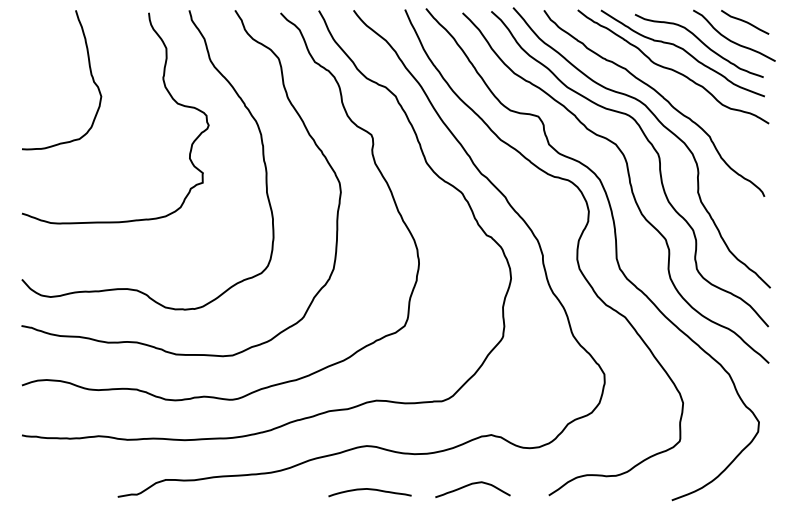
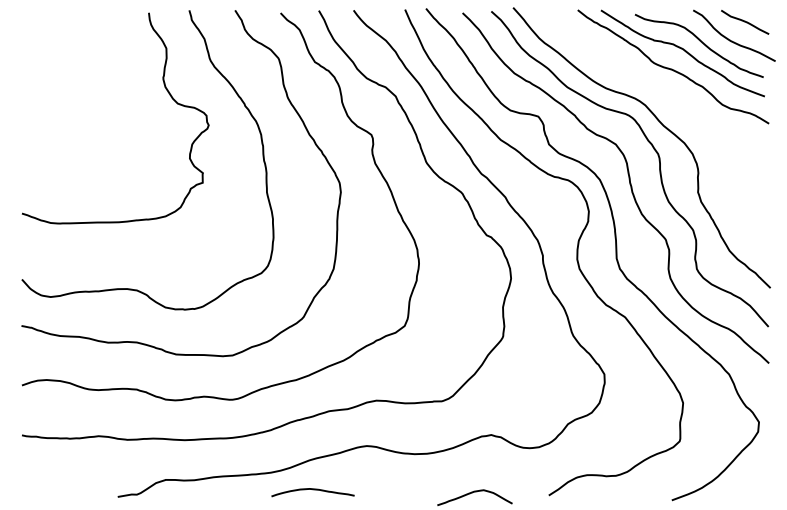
curve at (90, 75): present -> none
curve at (660, 96): present -> none
curve at (470, 485) position: (470, 485) -> (472, 493)
curve at (369, 490) position: (369, 490) -> (312, 490)
